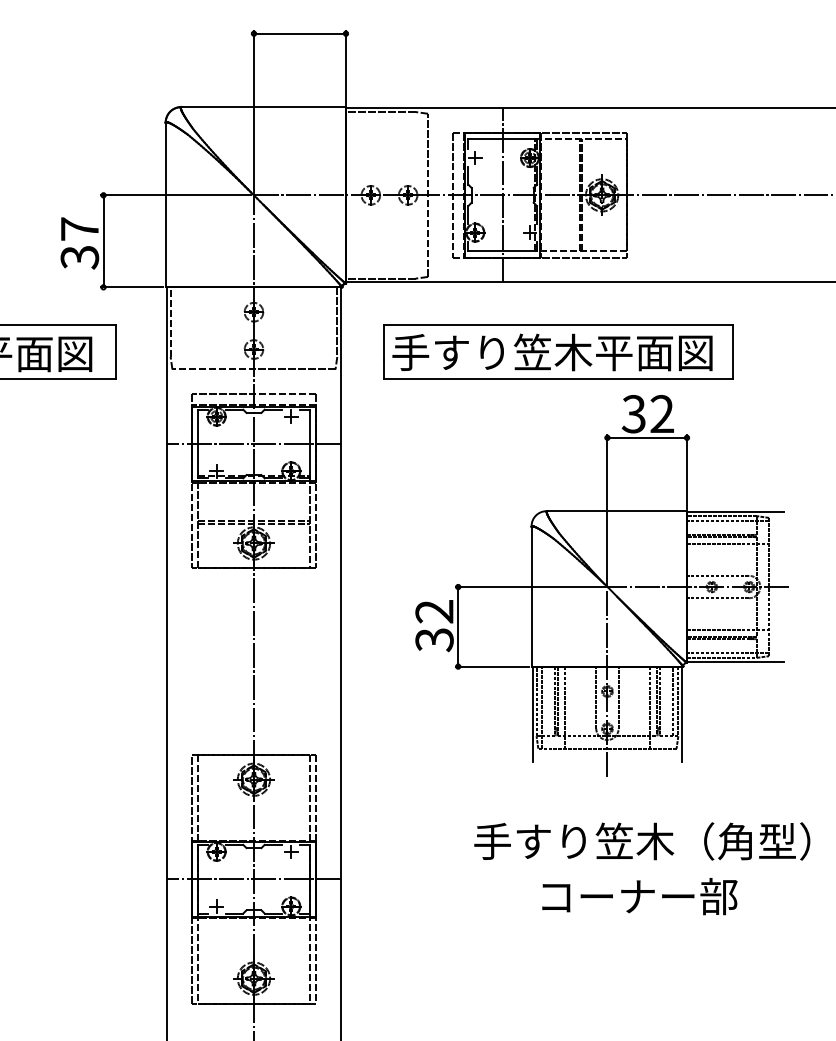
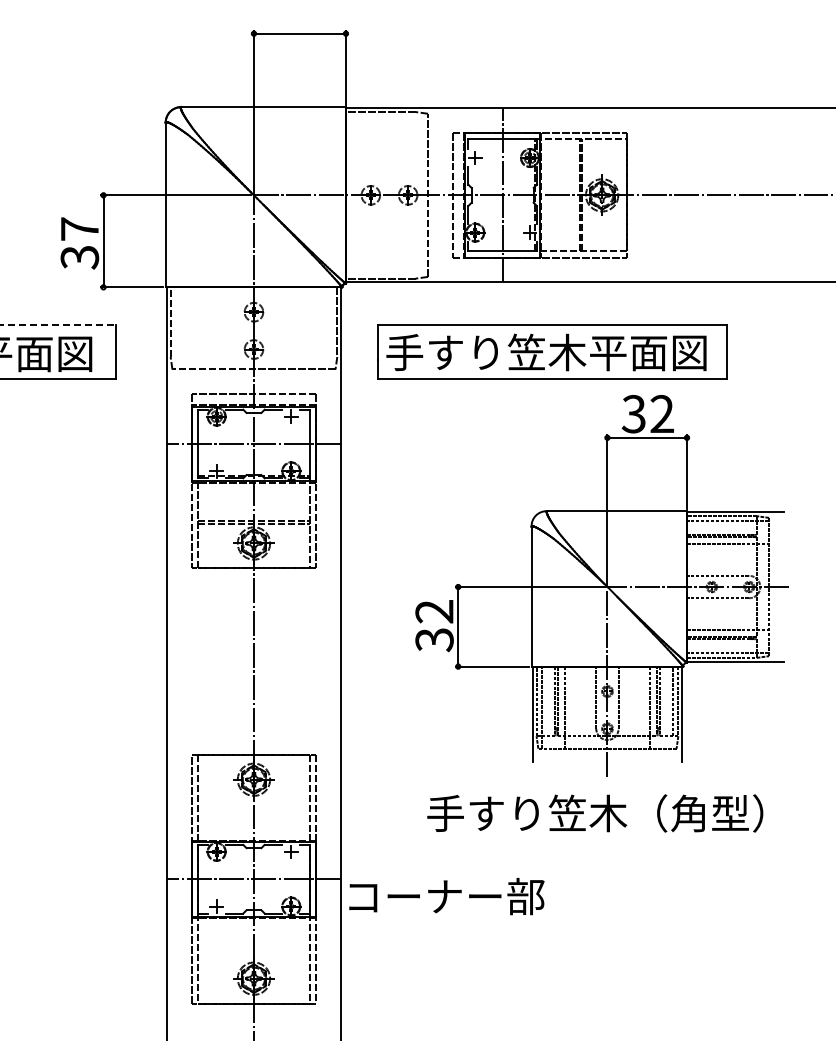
line at (58, 325): solid -> dashed
part at (558, 351) position: (558, 351) -> (552, 351)
text at (642, 841) position: (642, 841) -> (595, 813)
text at (639, 896) position: (639, 896) -> (446, 896)
